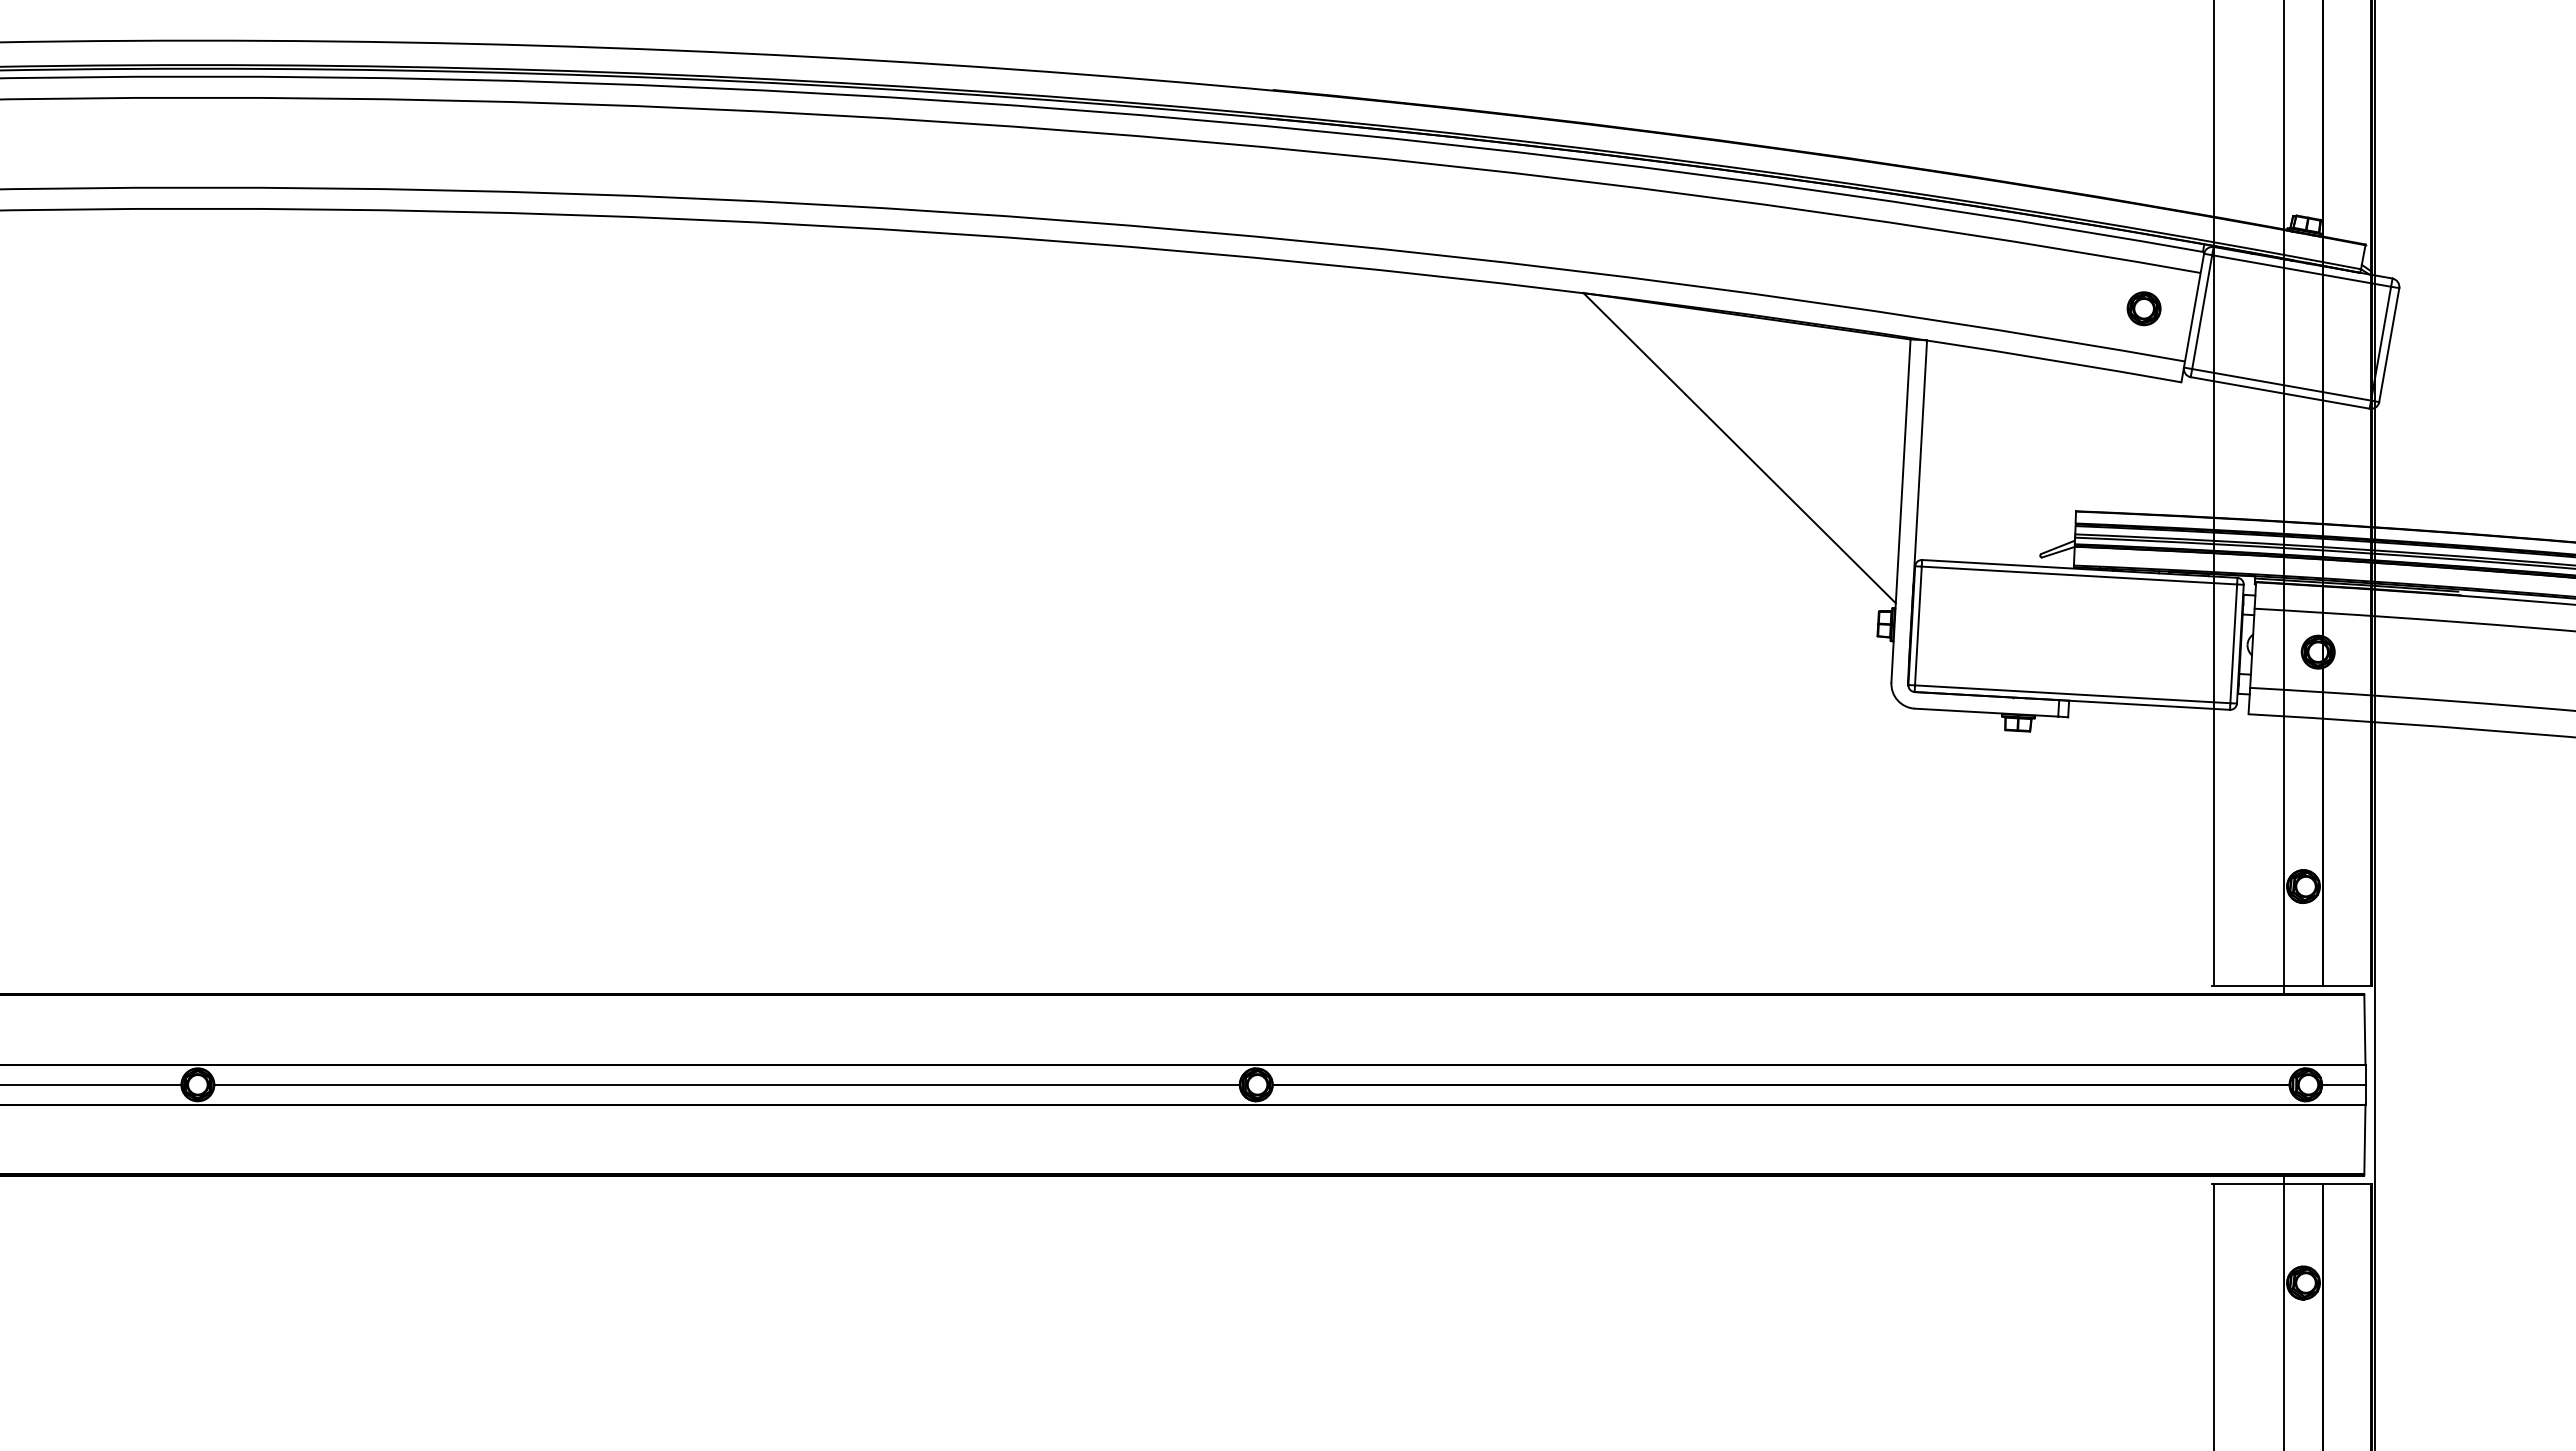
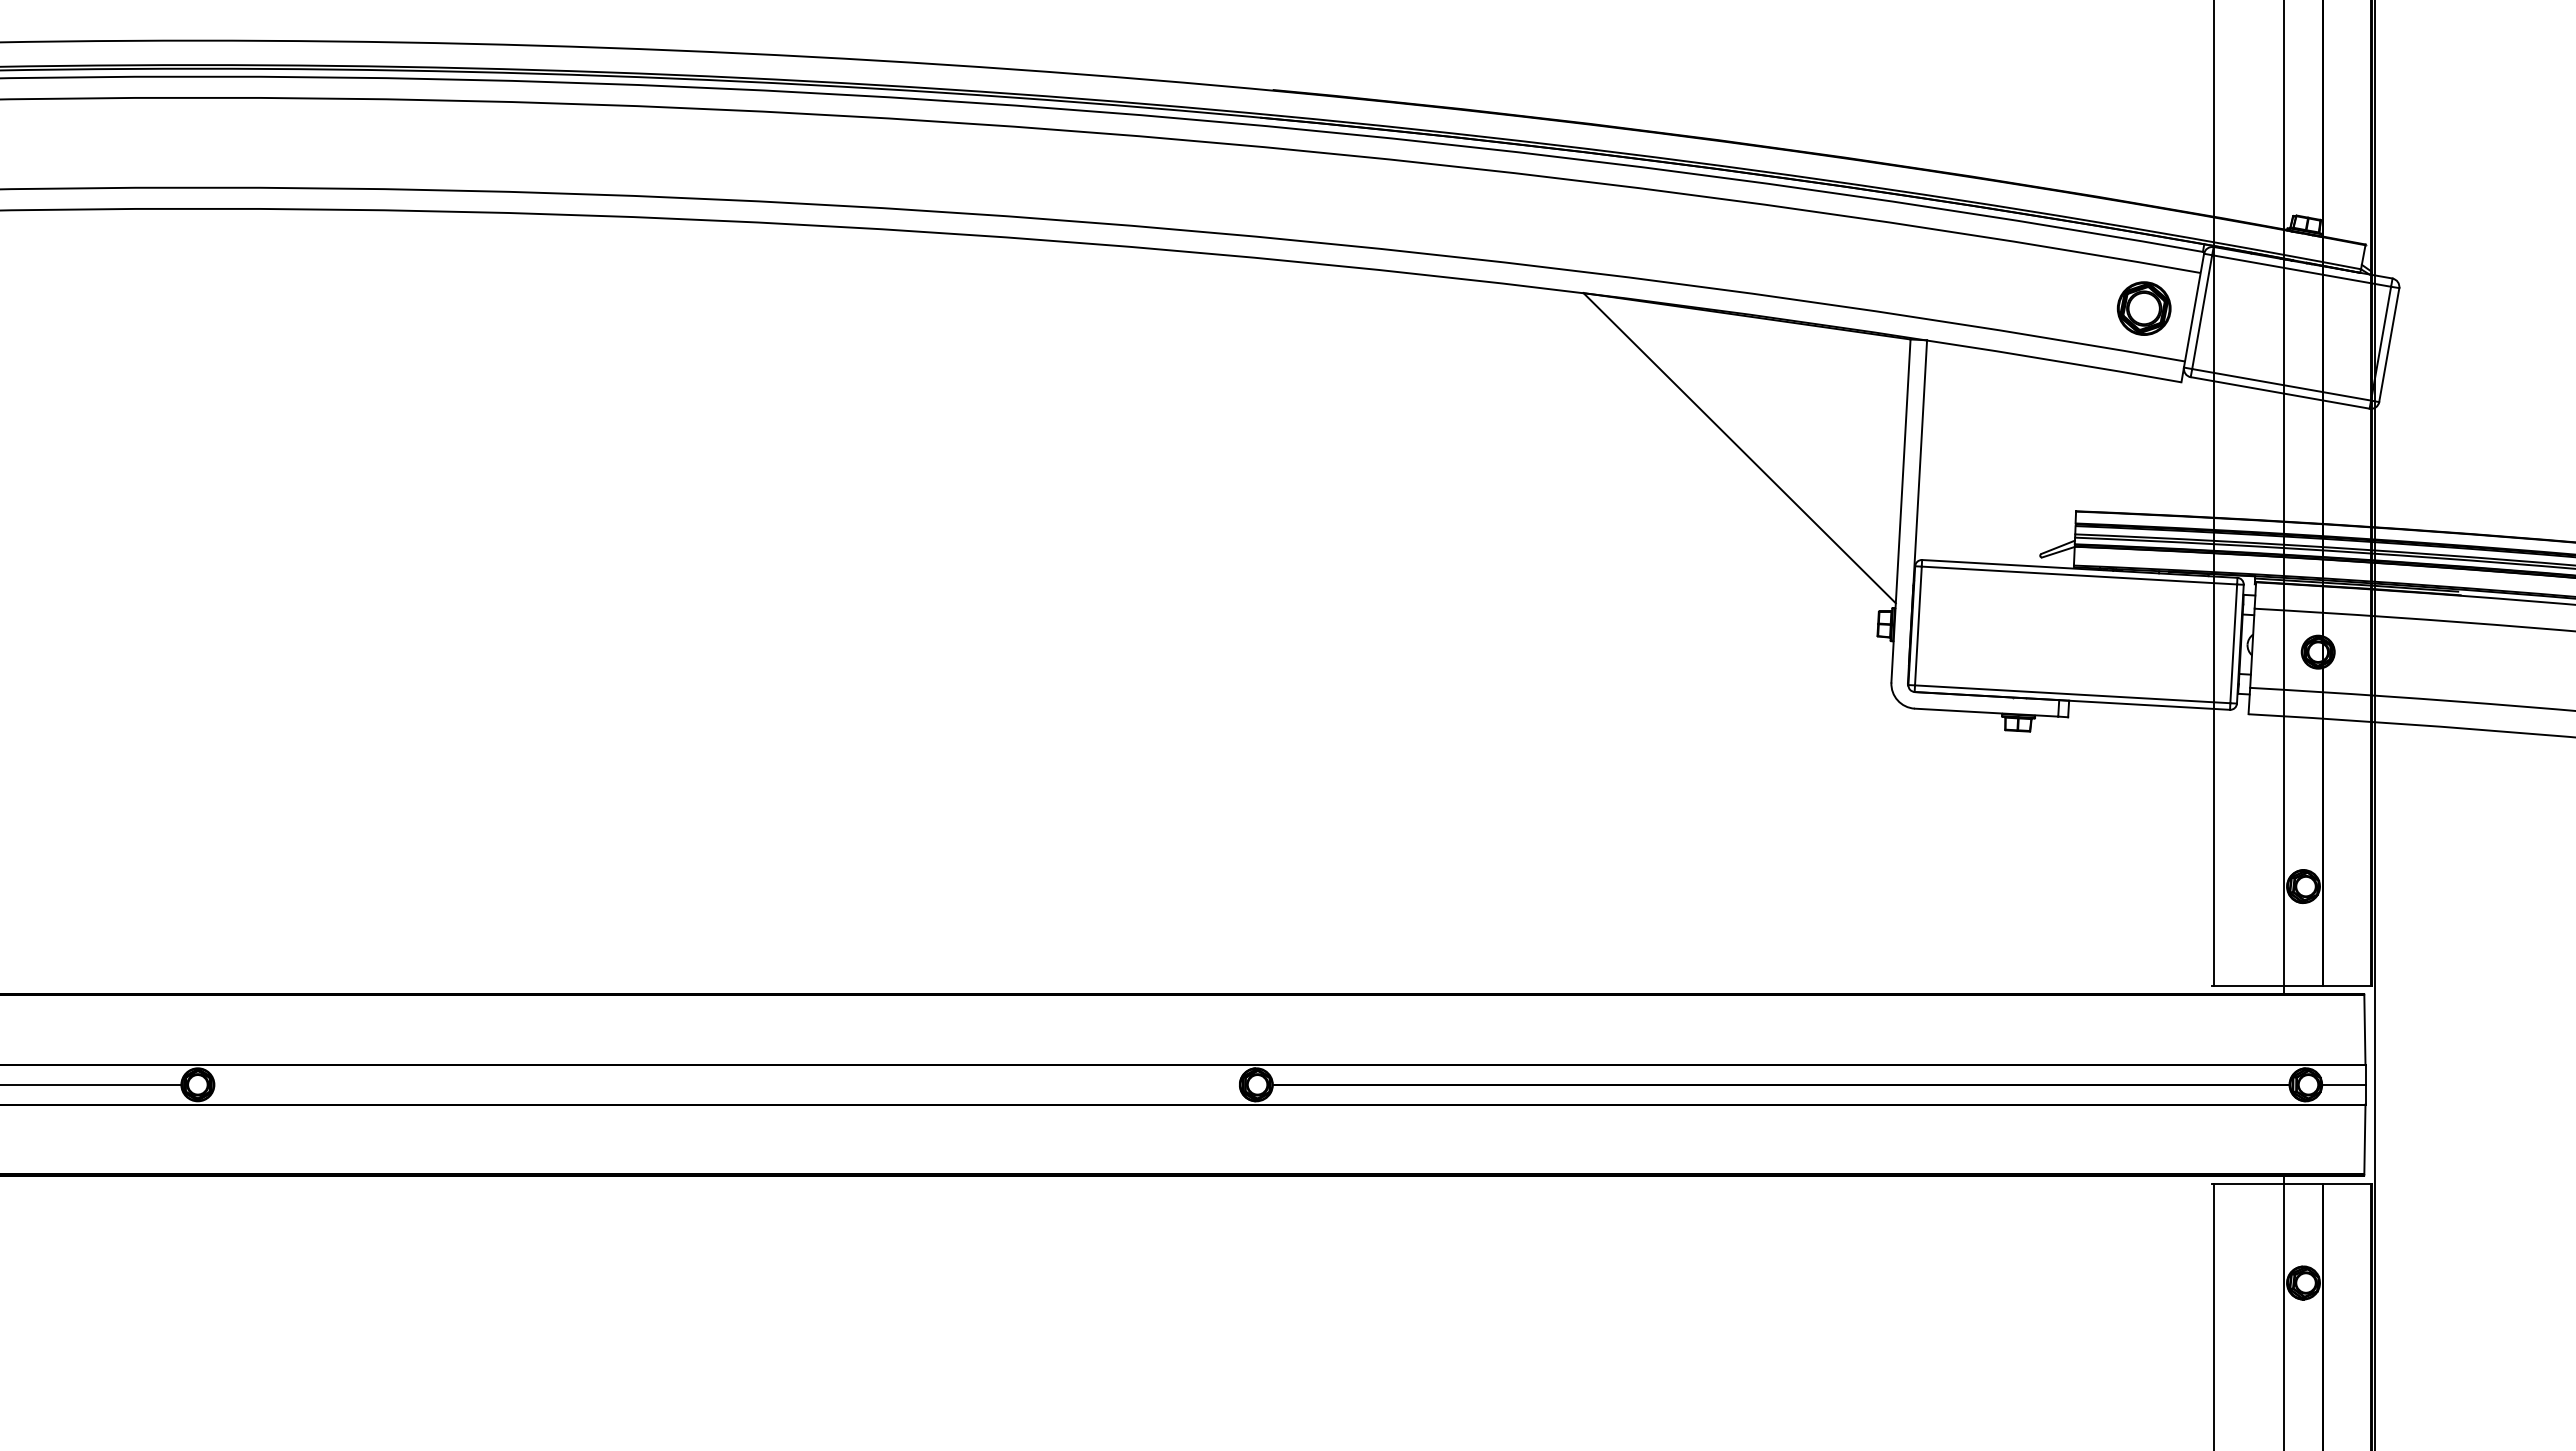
part at (2143, 308) size: 36x36 px -> 56x55 px
line at (726, 1084): present -> none
